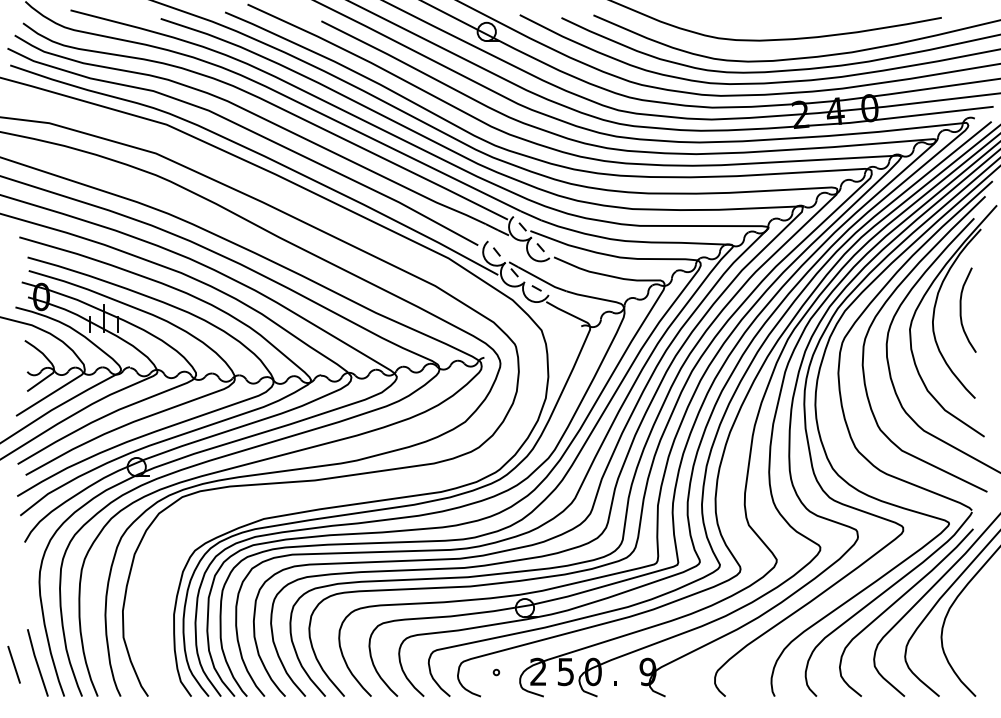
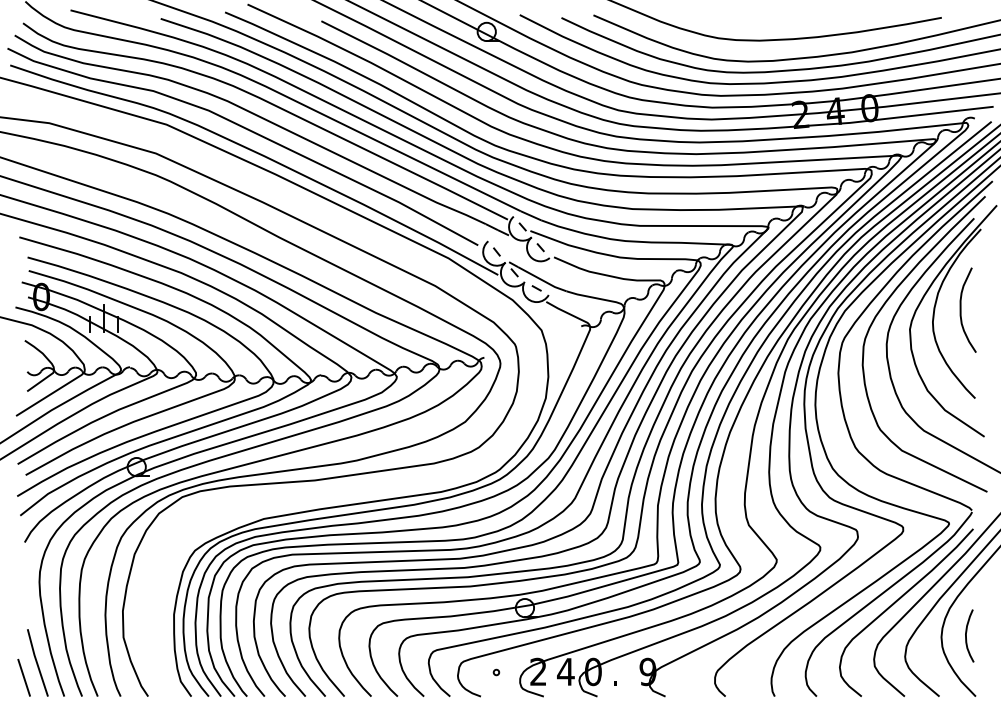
curve at (966, 635): none -> present
line at (13, 664) position: (13, 664) -> (23, 677)
text at (565, 672): 5 -> 4
